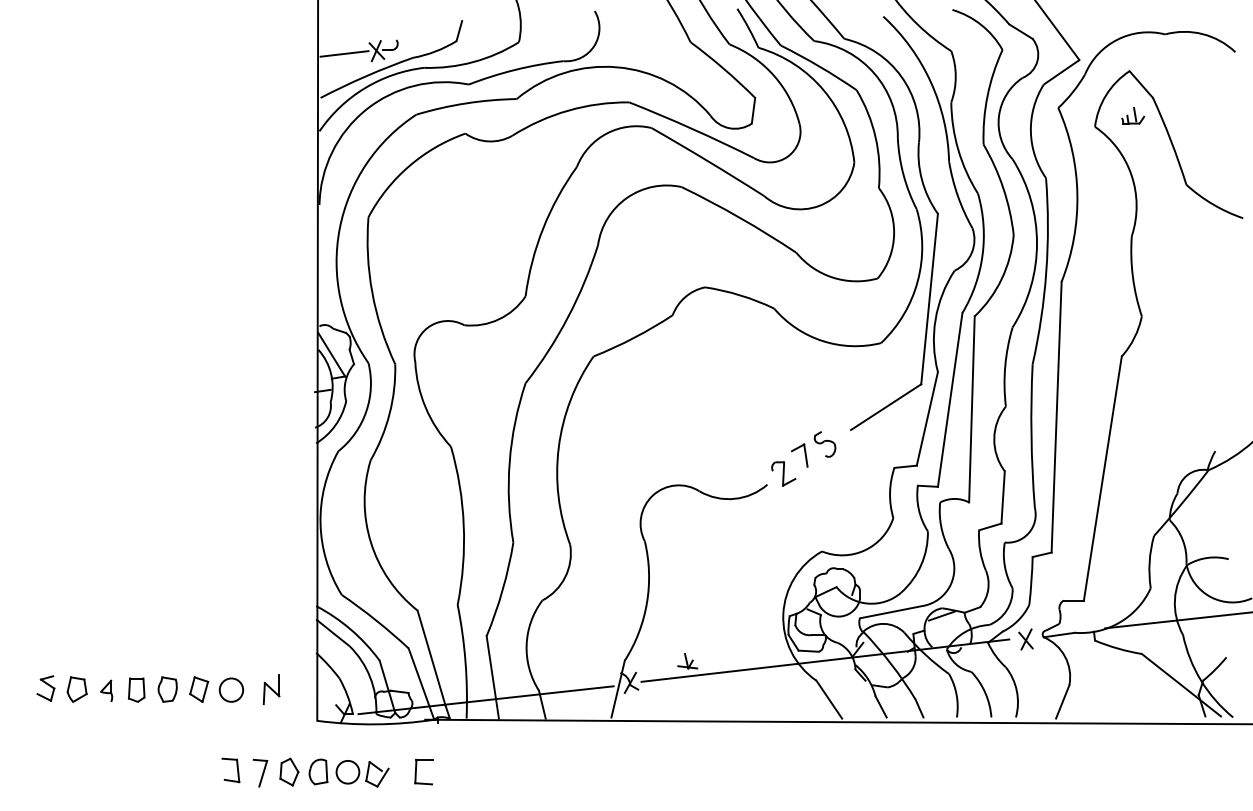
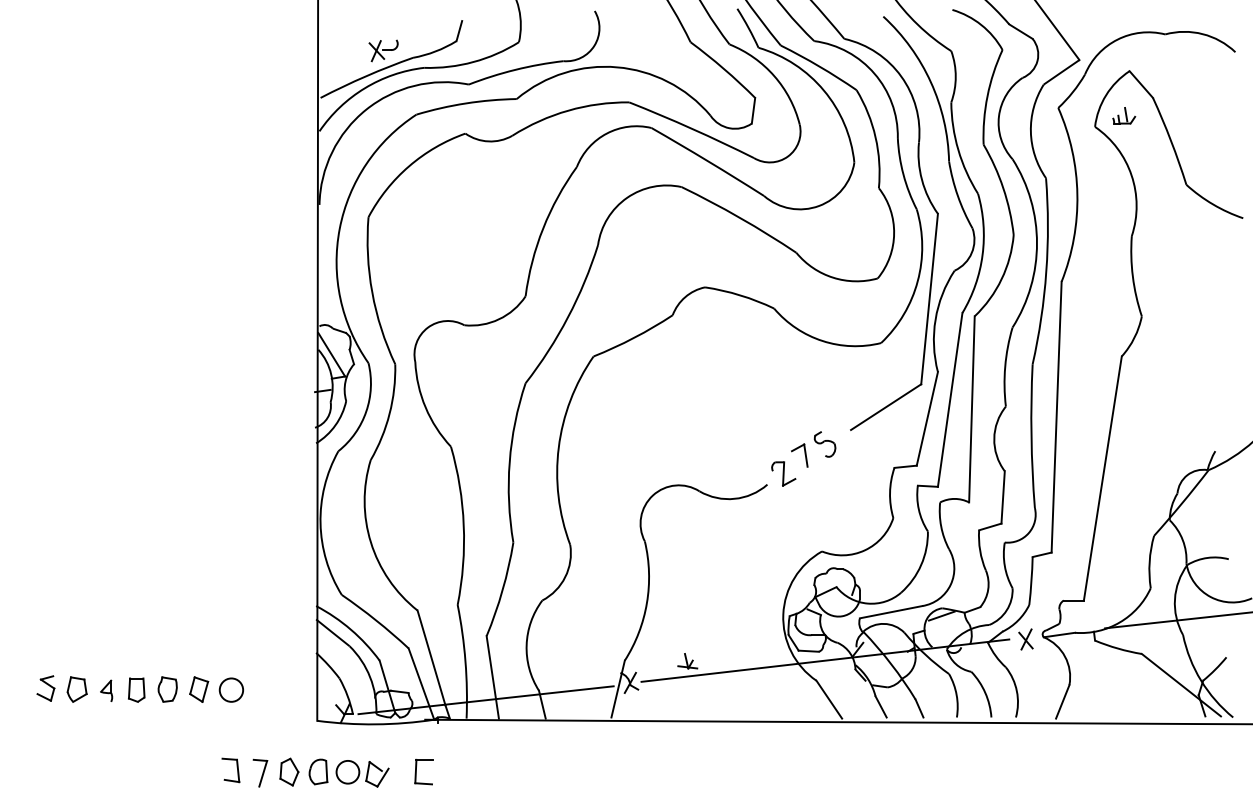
line at (344, 53): present -> none
part at (1133, 115) position: (1133, 115) -> (1124, 115)
part at (271, 689): present -> none
